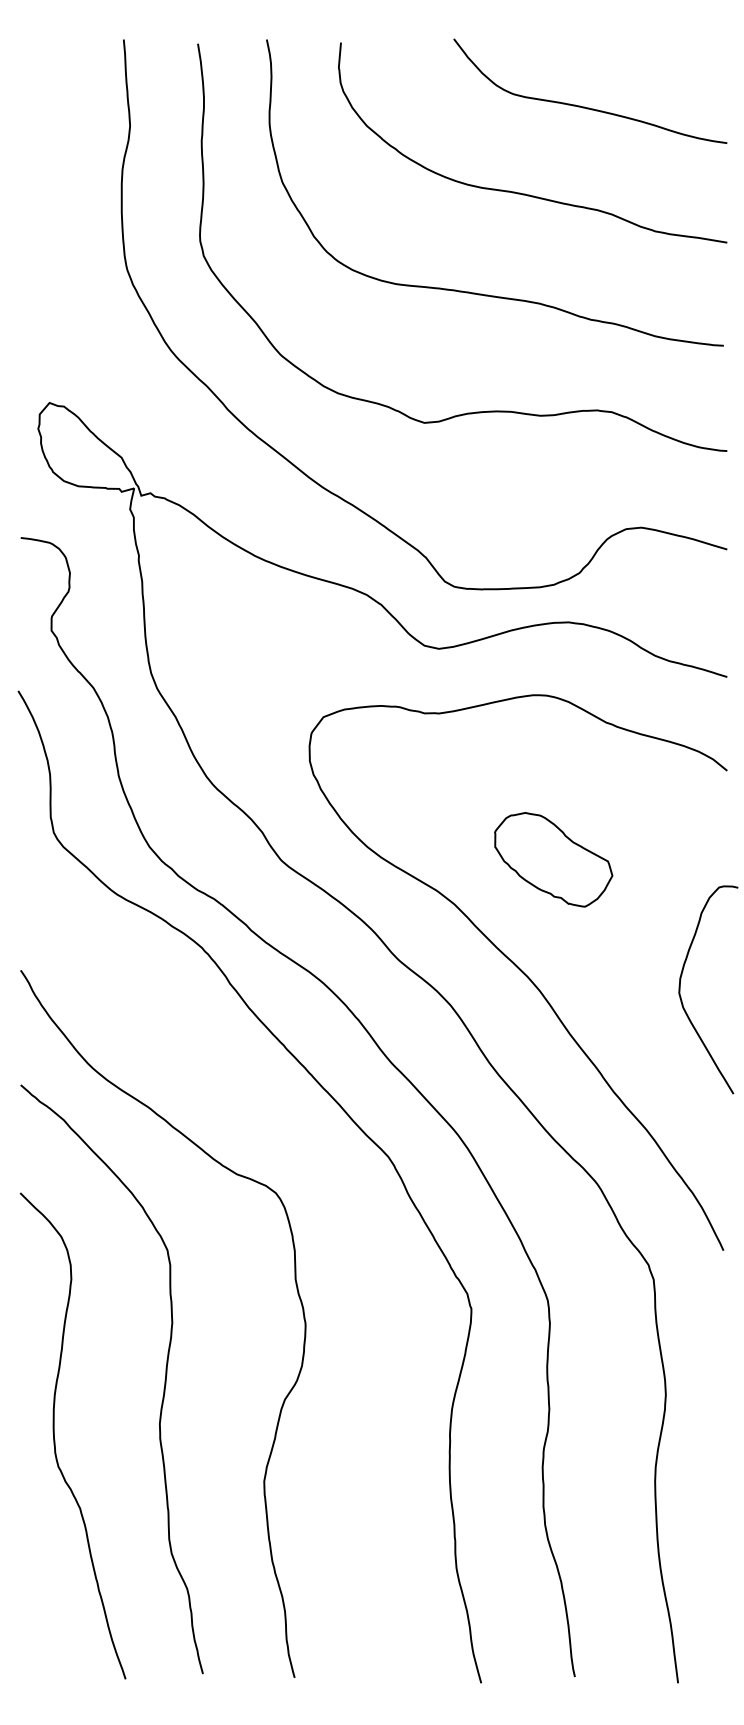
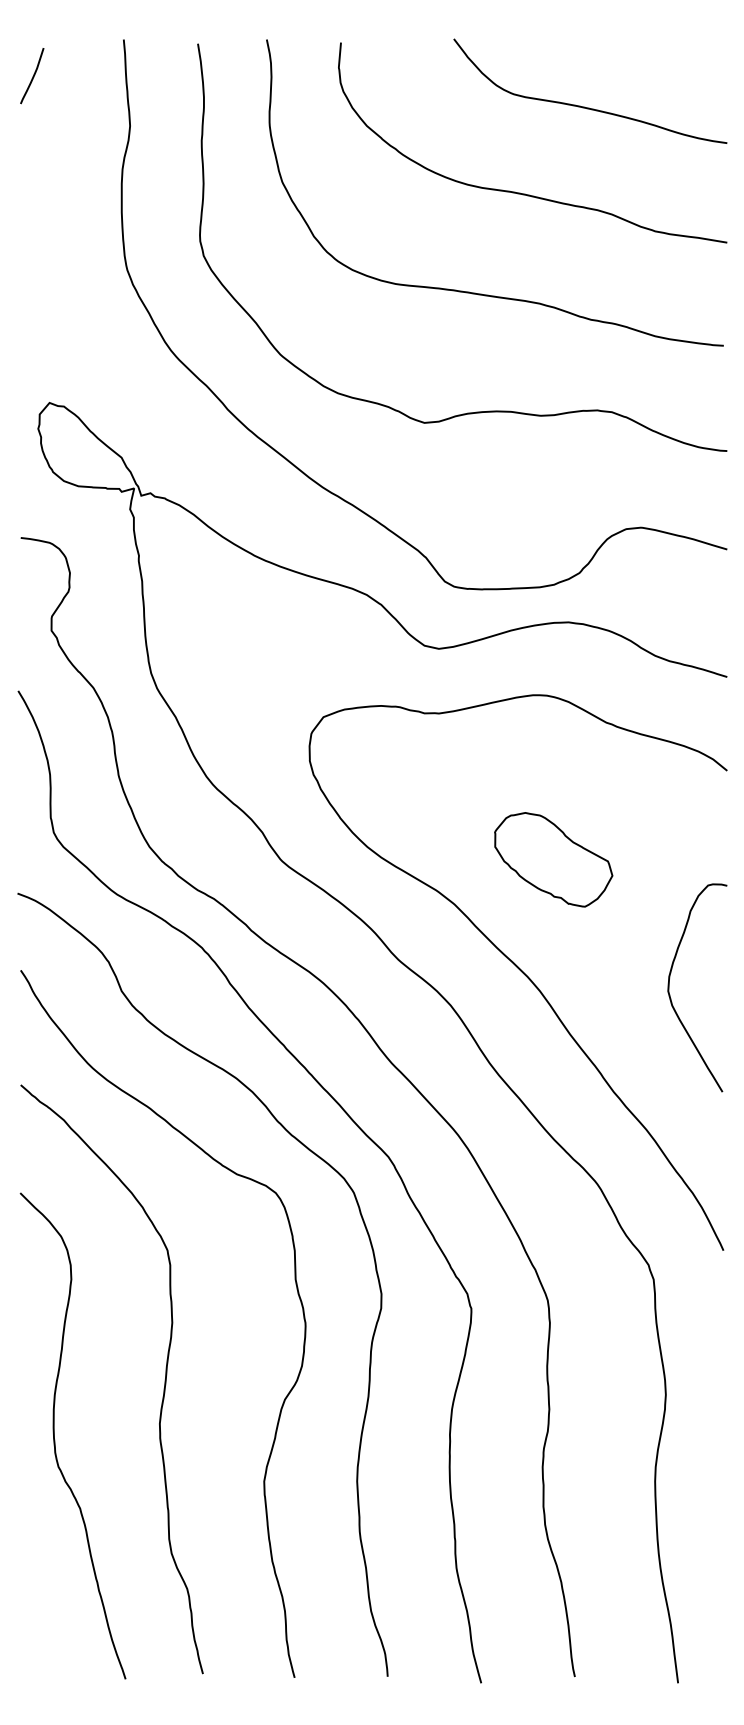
curve at (32, 76): none -> present
curve at (681, 996) position: (681, 996) -> (670, 994)
curve at (308, 1150): none -> present
